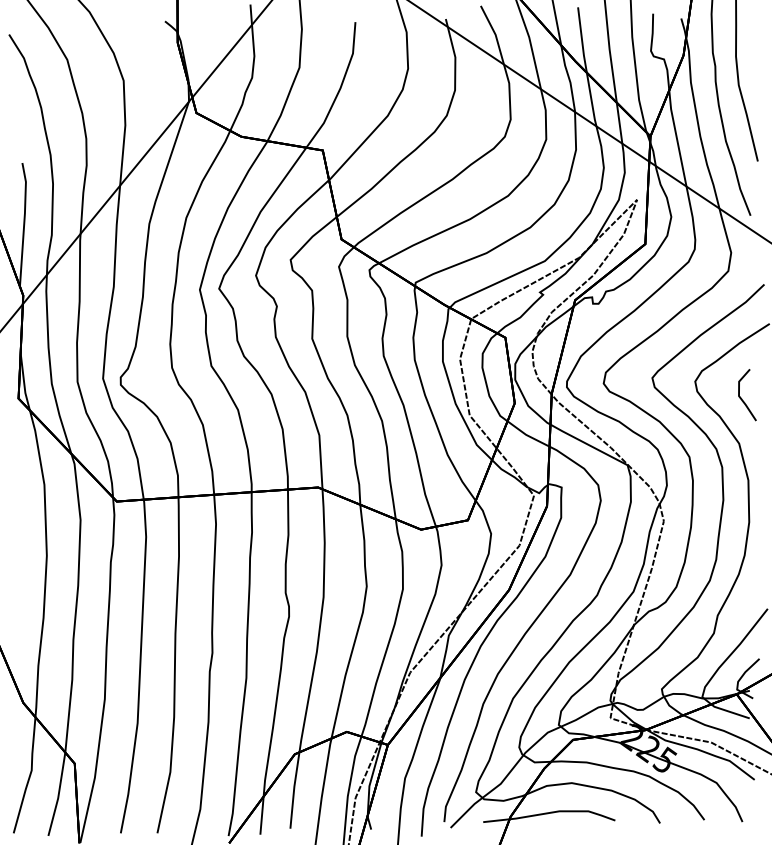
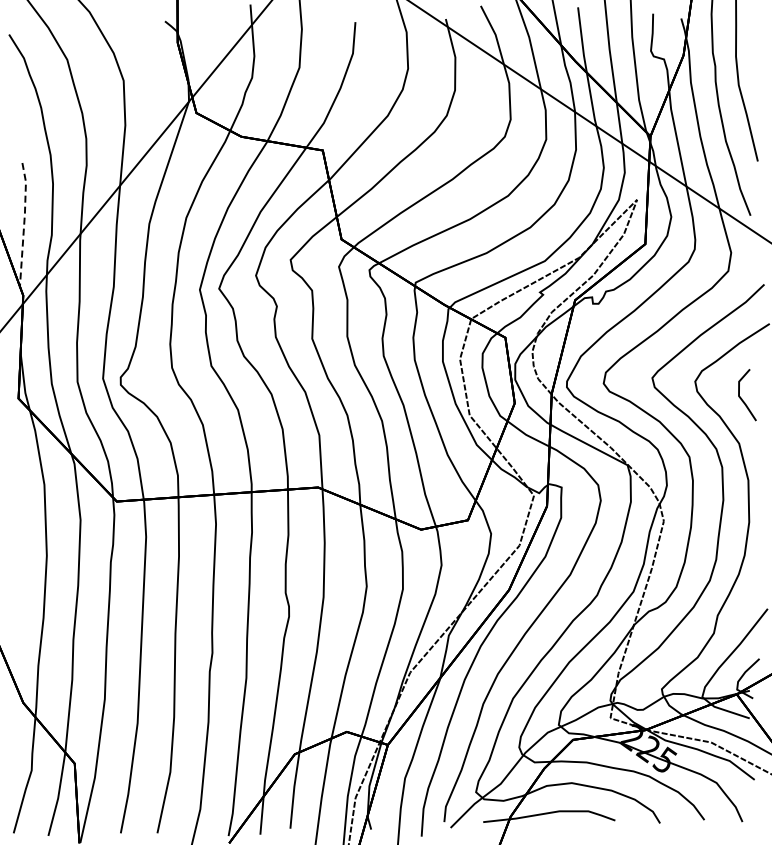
line at (24, 224): solid -> dashed
